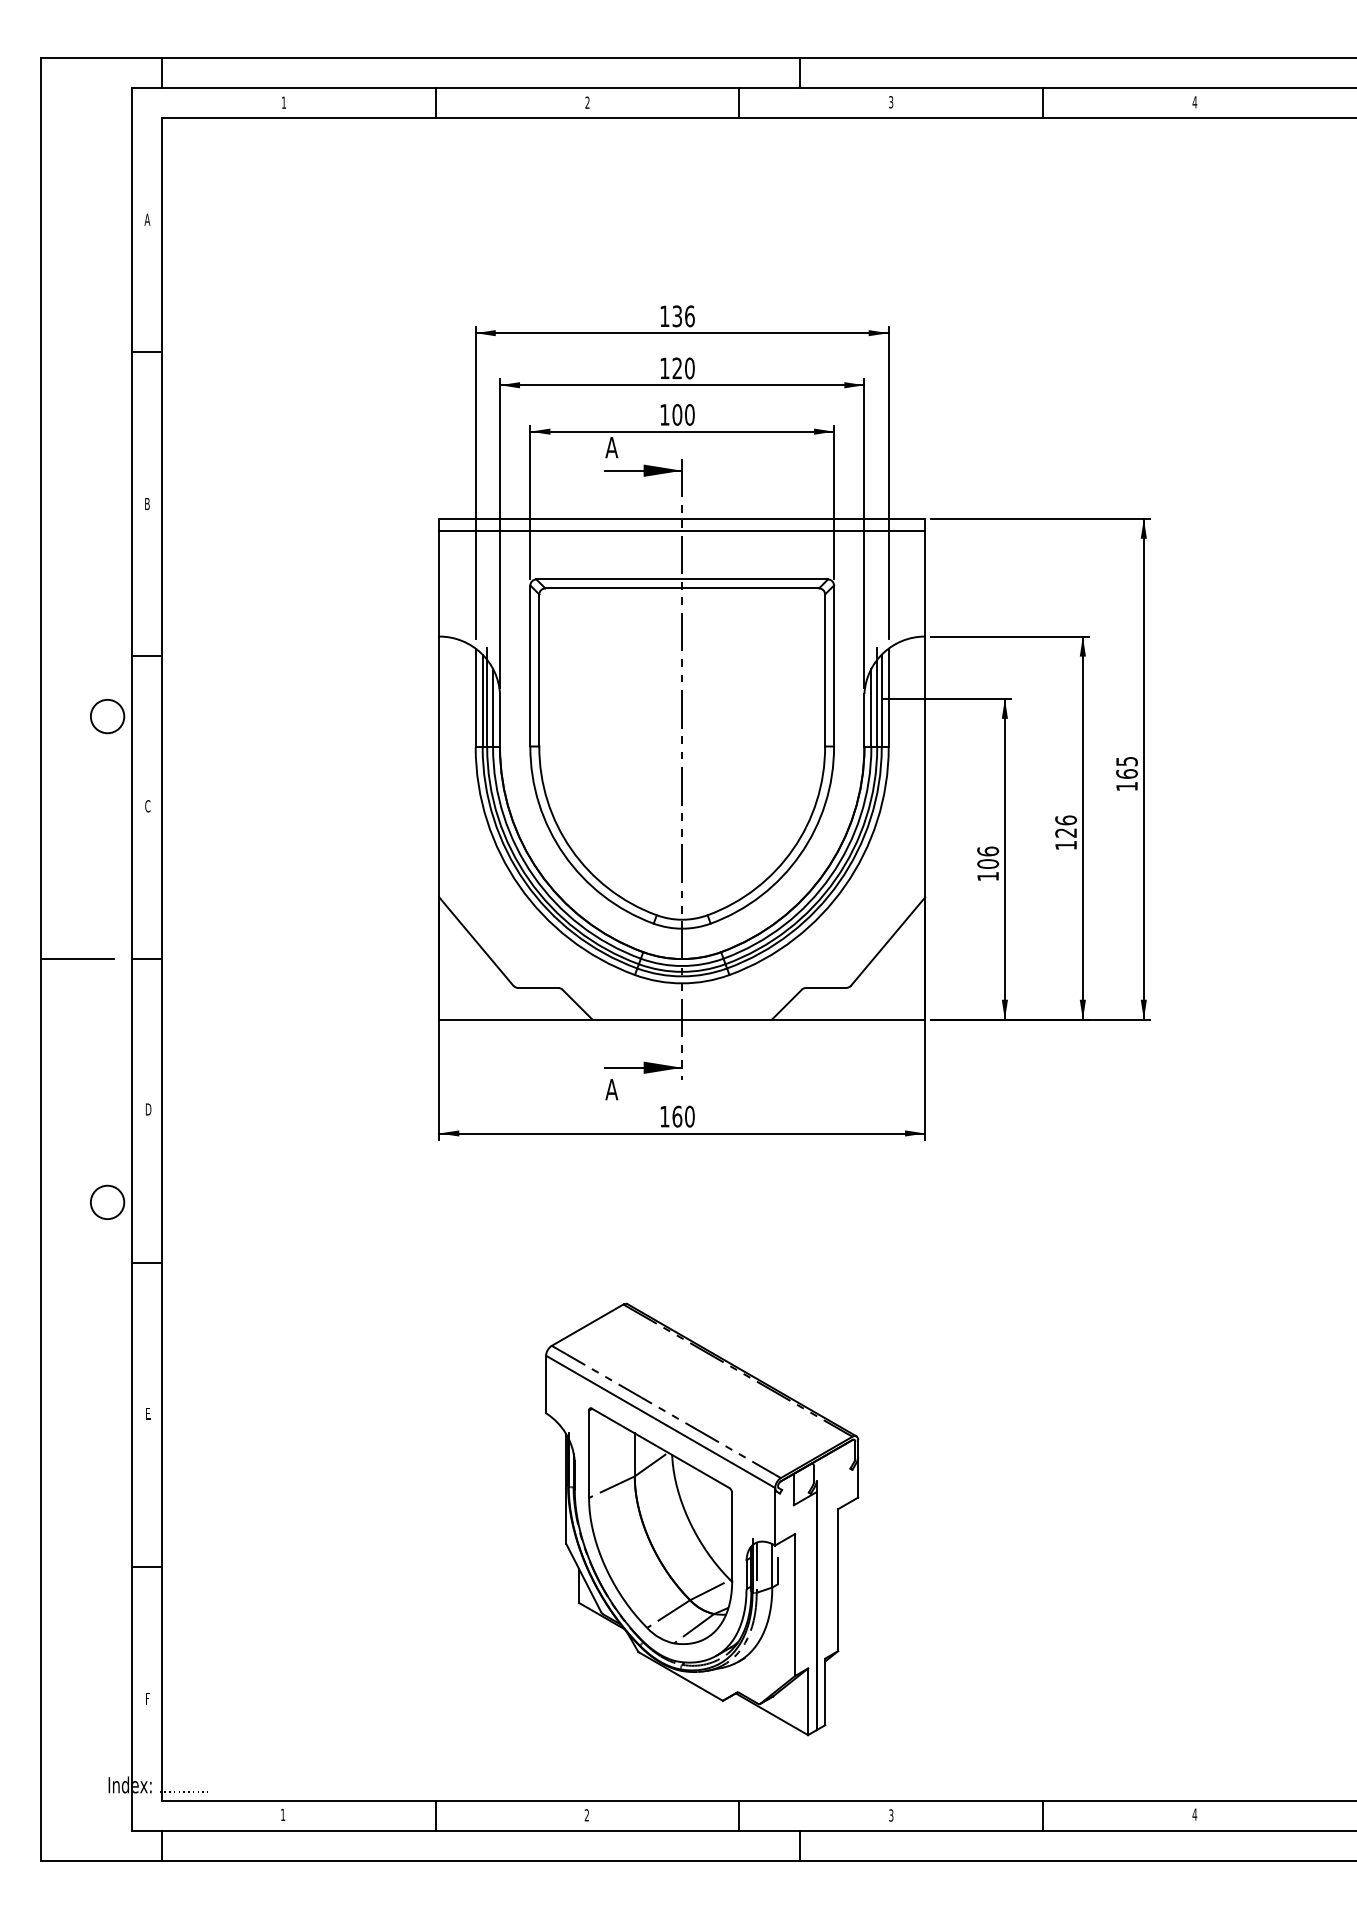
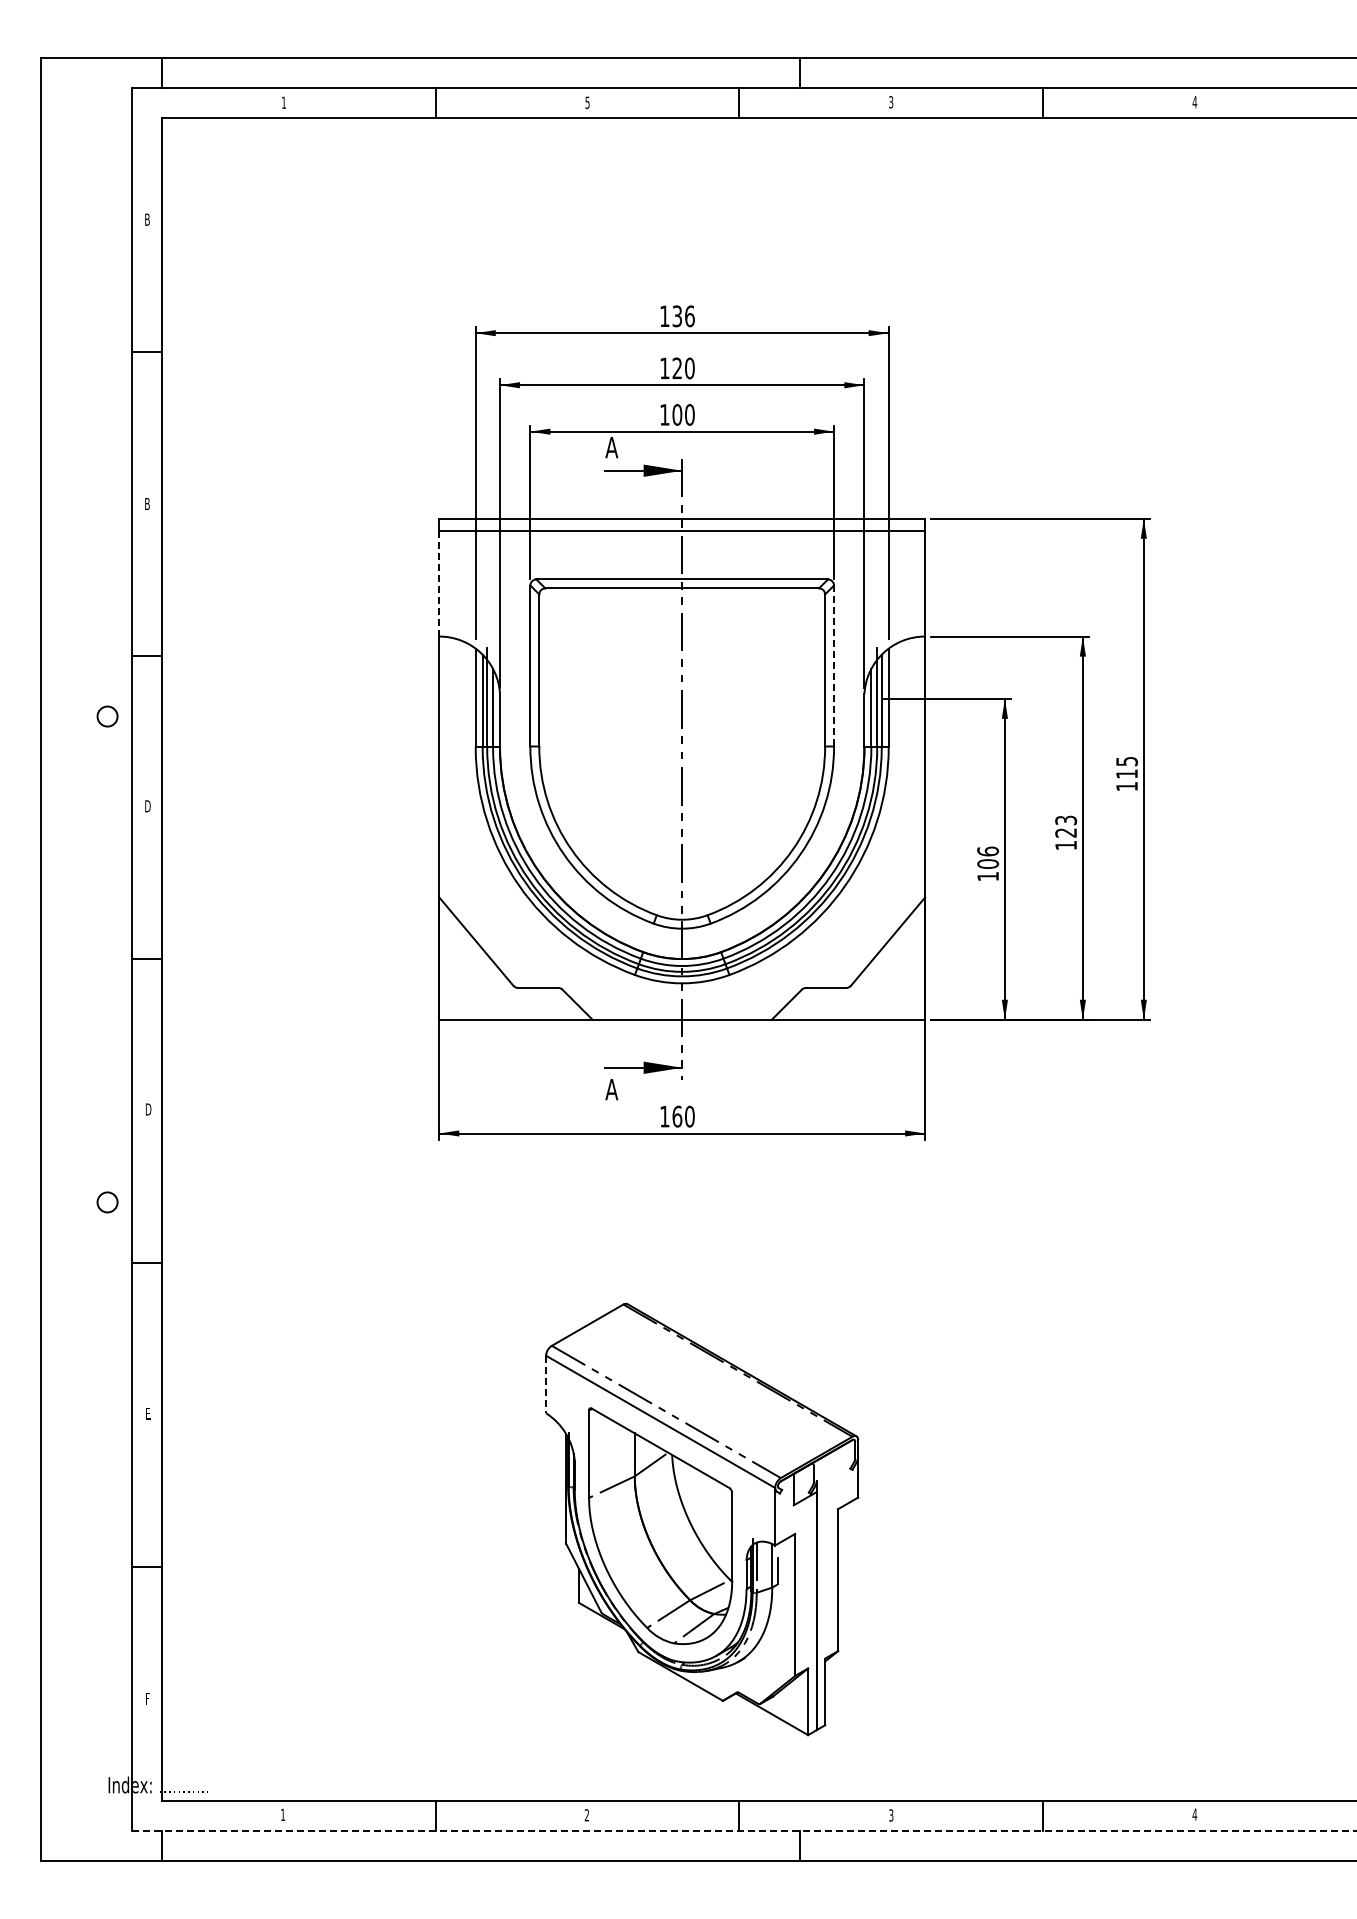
text at (587, 102): 2 -> 5
text at (147, 219): A -> B
line at (439, 583): solid -> dashed
line at (834, 665): solid -> dashed
circle at (107, 716) diameter: 33 px -> 20 px
text at (1126, 773): 165 -> 115
text at (147, 806): C -> D
text at (1066, 820): 126 -> 123
line at (76, 959): present -> none
circle at (107, 1202) diameter: 33 px -> 20 px
line at (546, 1384): solid -> dashed
line at (744, 1831): solid -> dashed
